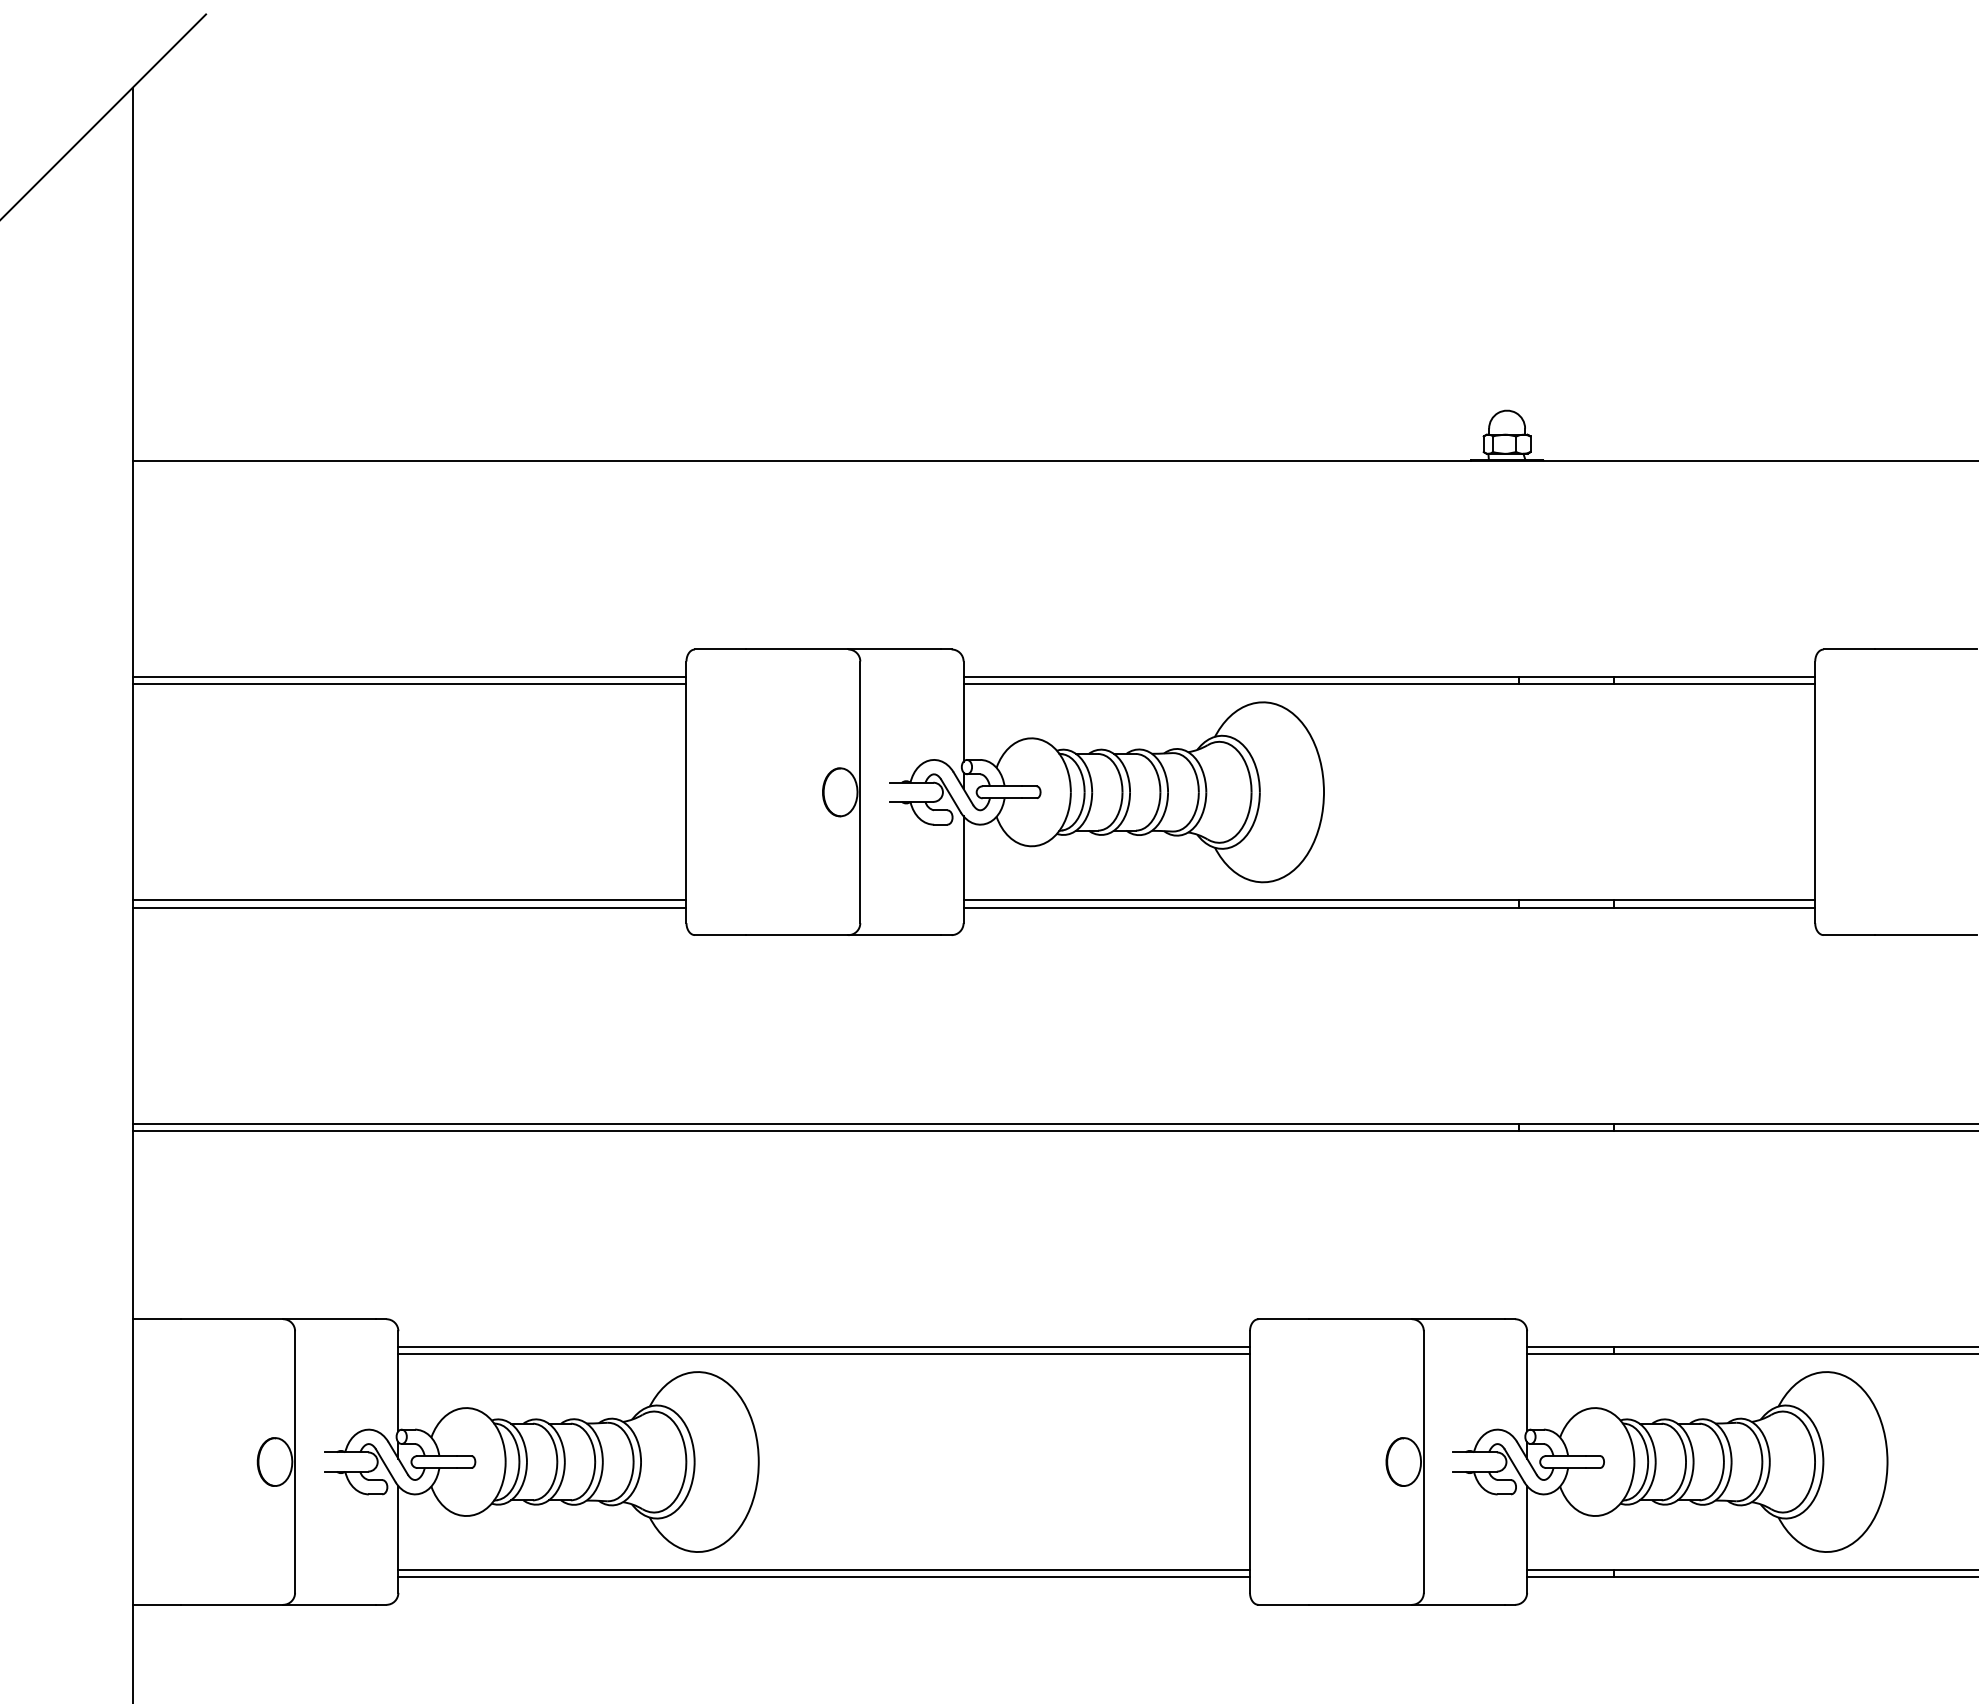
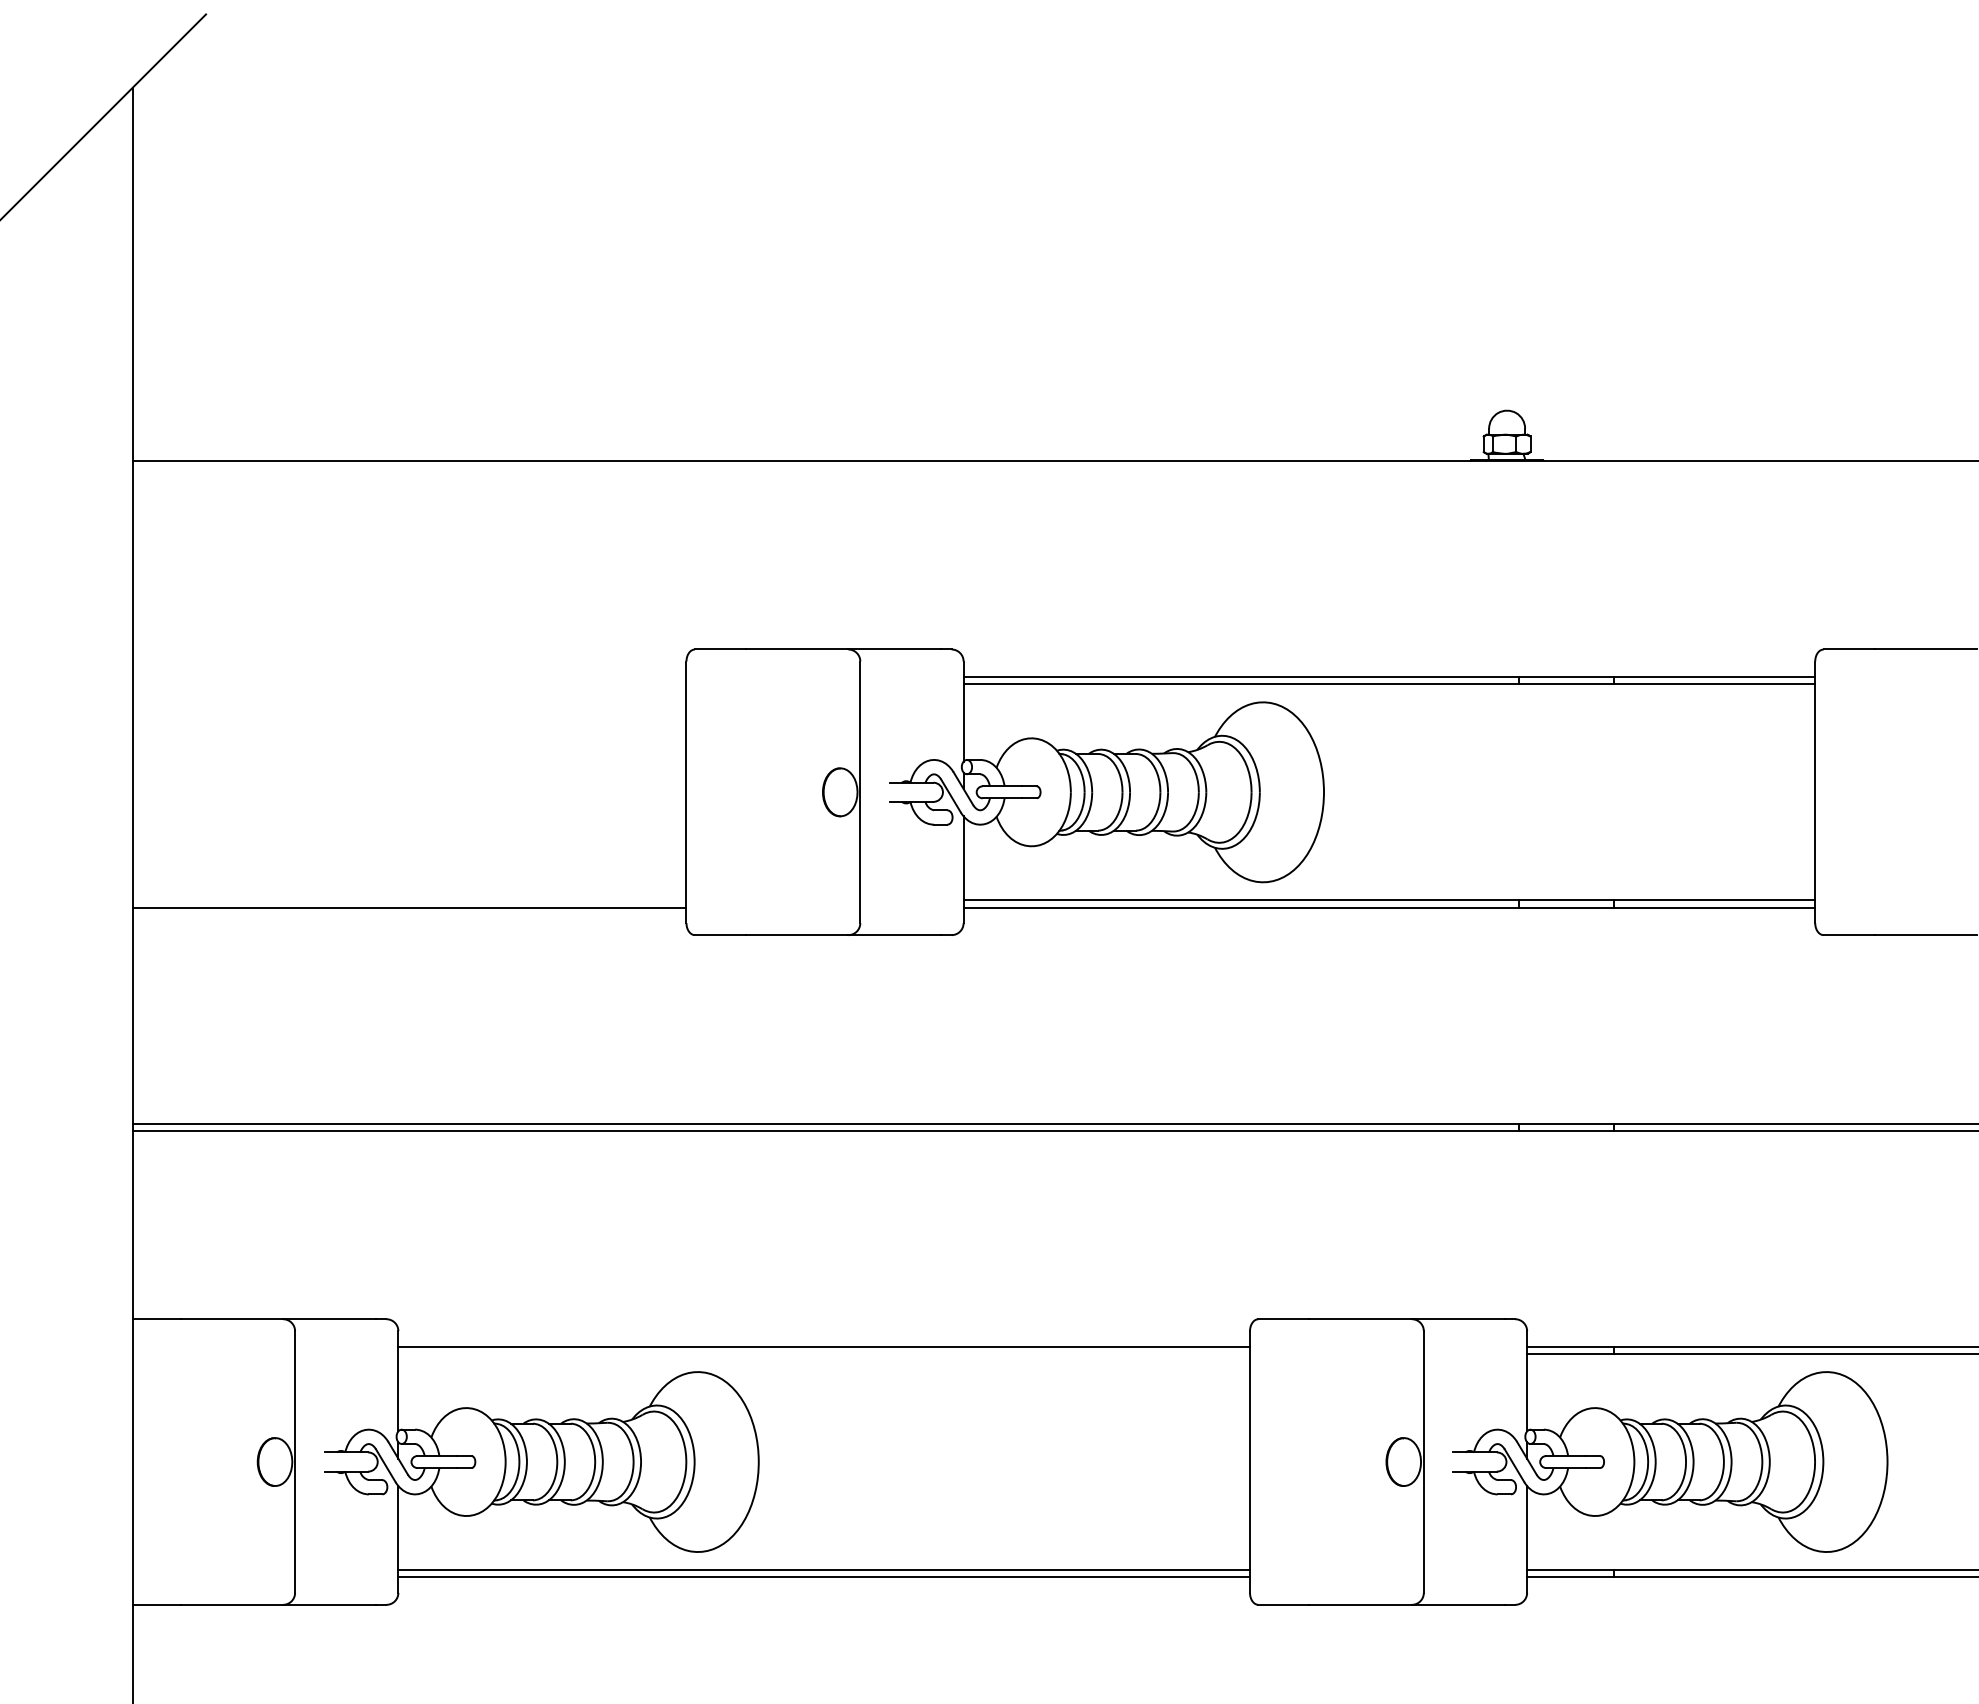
line at (409, 677): present -> none
line at (409, 684): present -> none
line at (409, 900): present -> none
line at (823, 1354): present -> none
